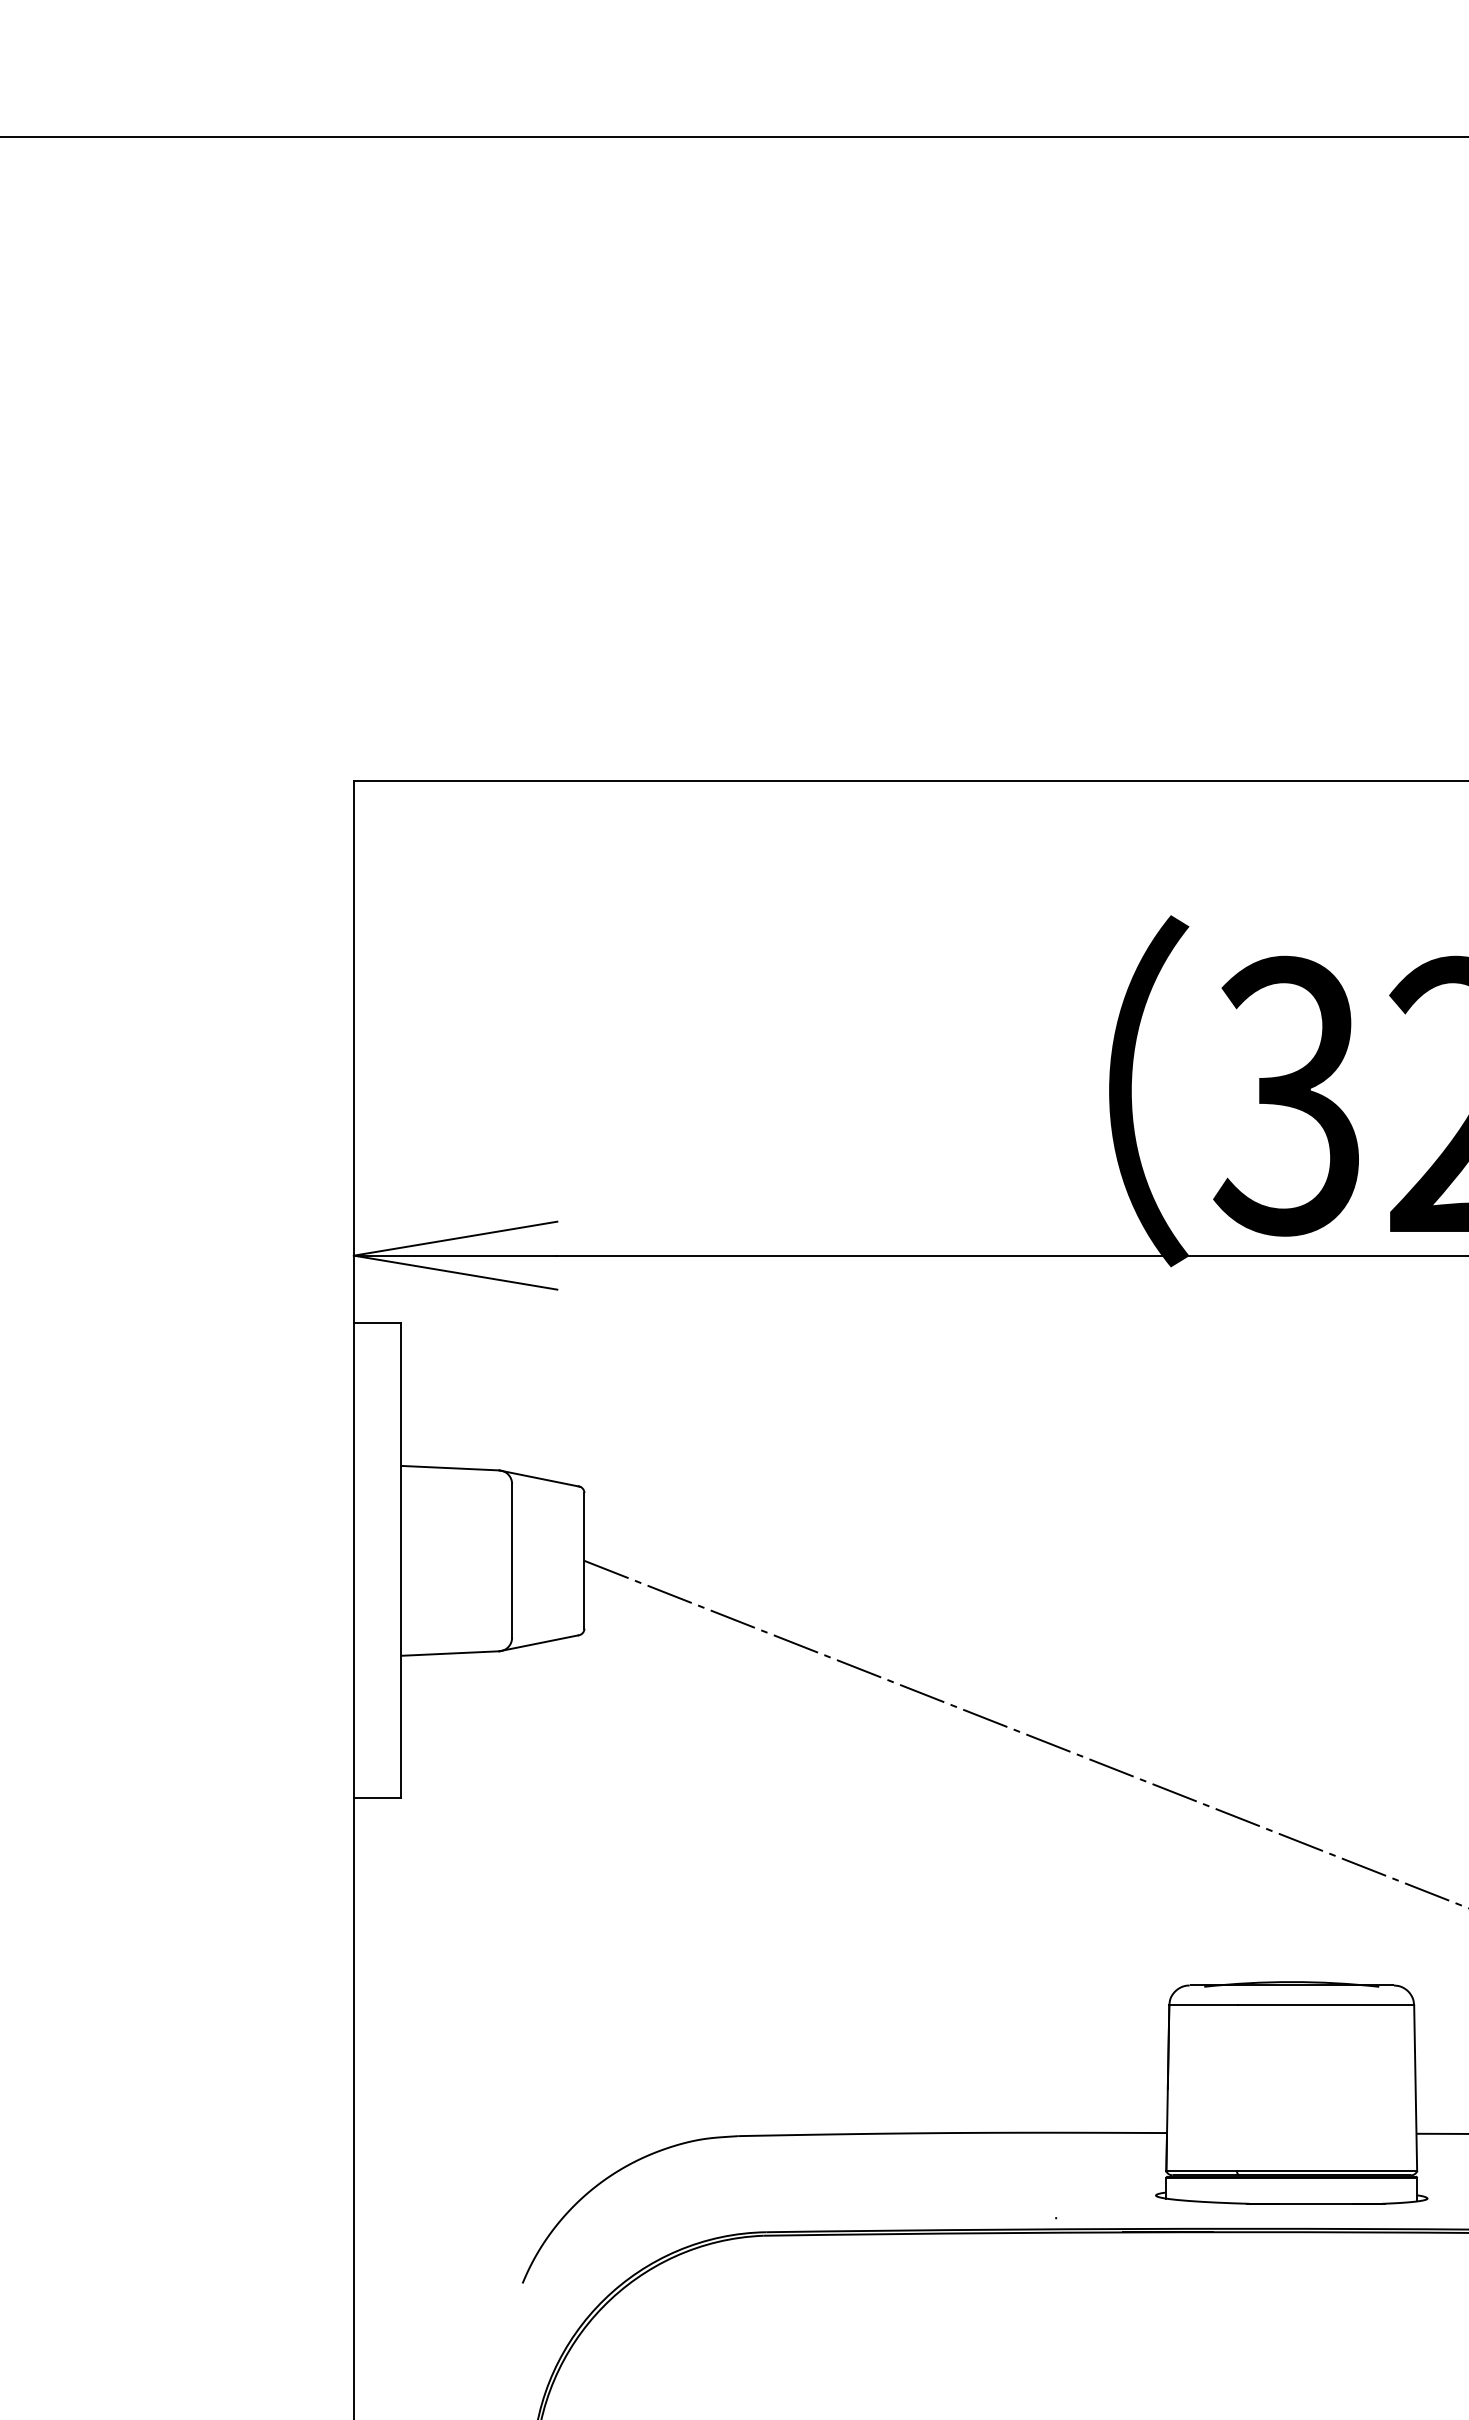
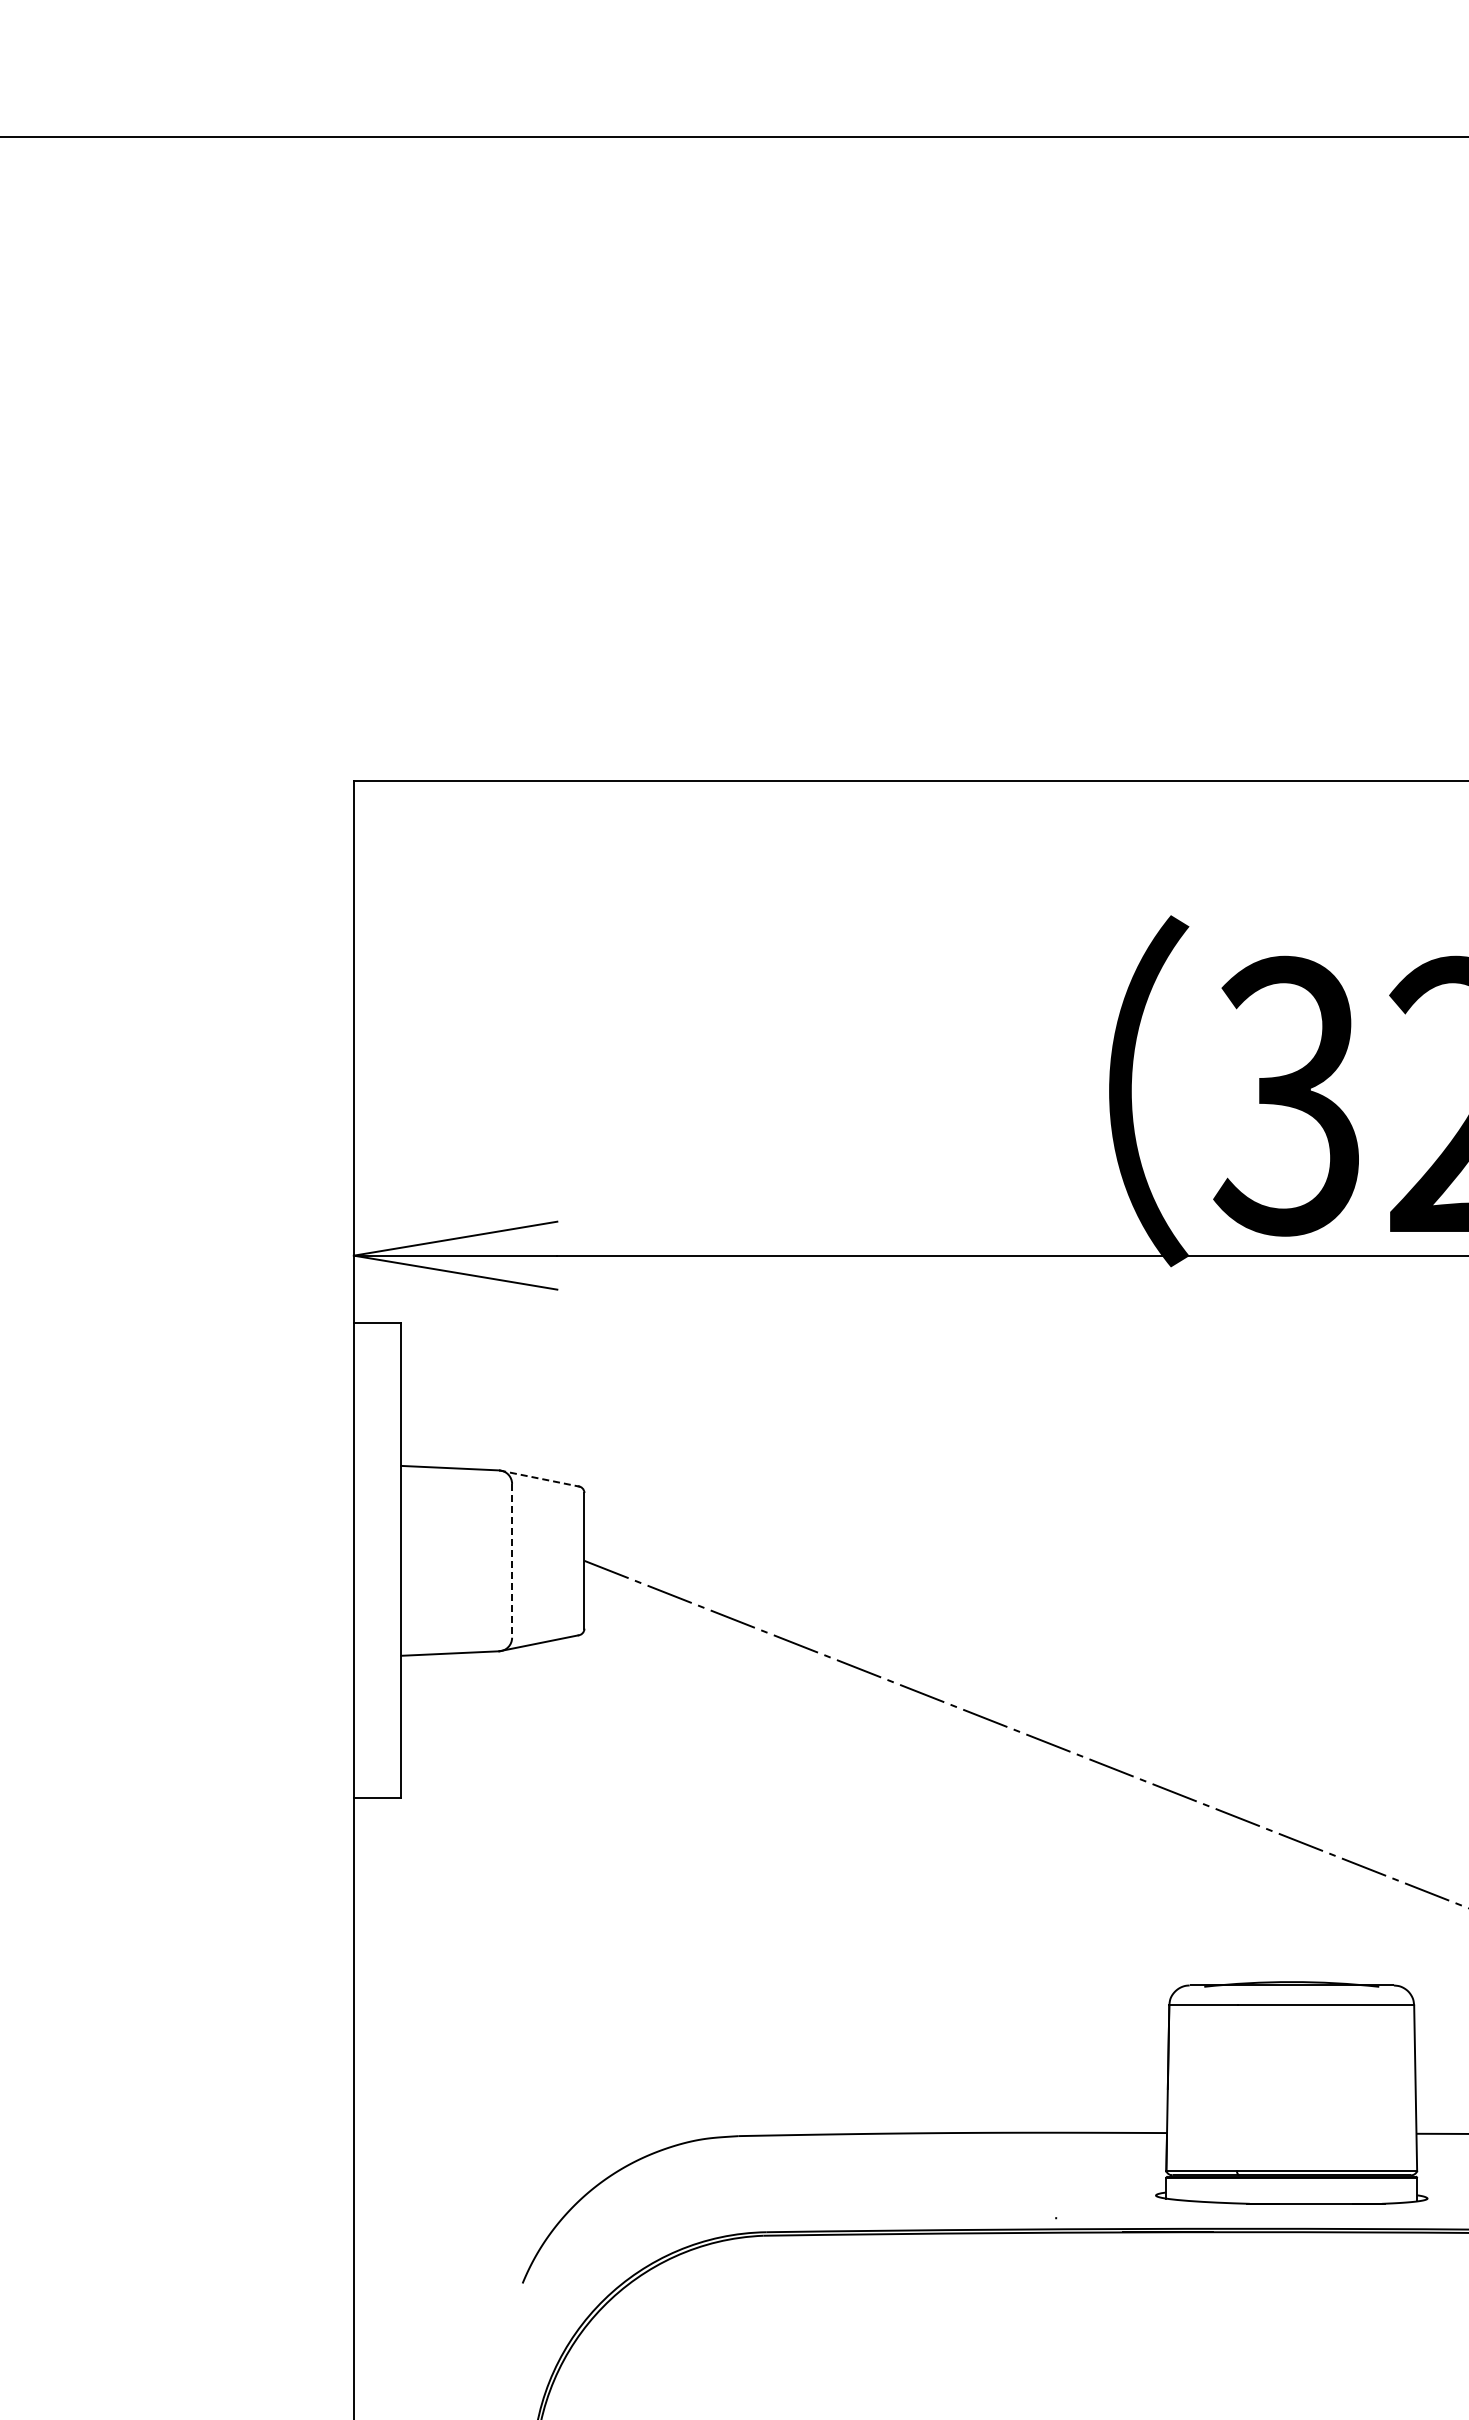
line at (540, 1478): solid -> dashed
line at (512, 1560): solid -> dashed
